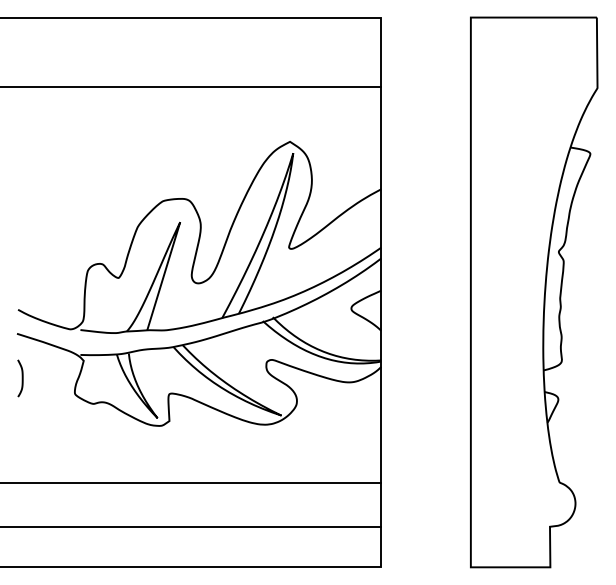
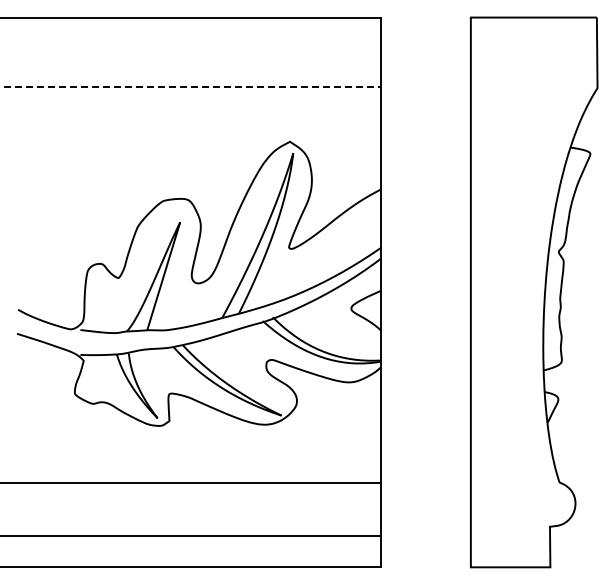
line at (191, 87): solid -> dashed
curve at (21, 378): present -> none
line at (191, 527) position: (191, 527) -> (191, 536)
